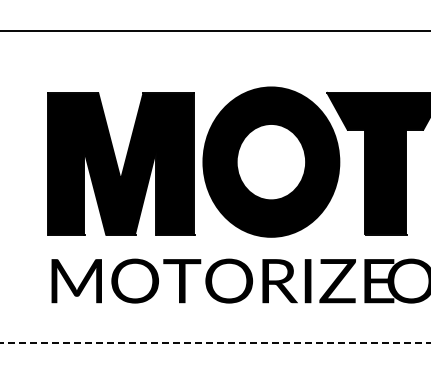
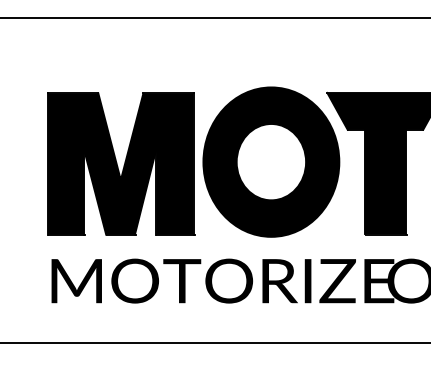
line at (214, 31) position: (214, 31) -> (214, 18)
line at (215, 343): dashed -> solid
